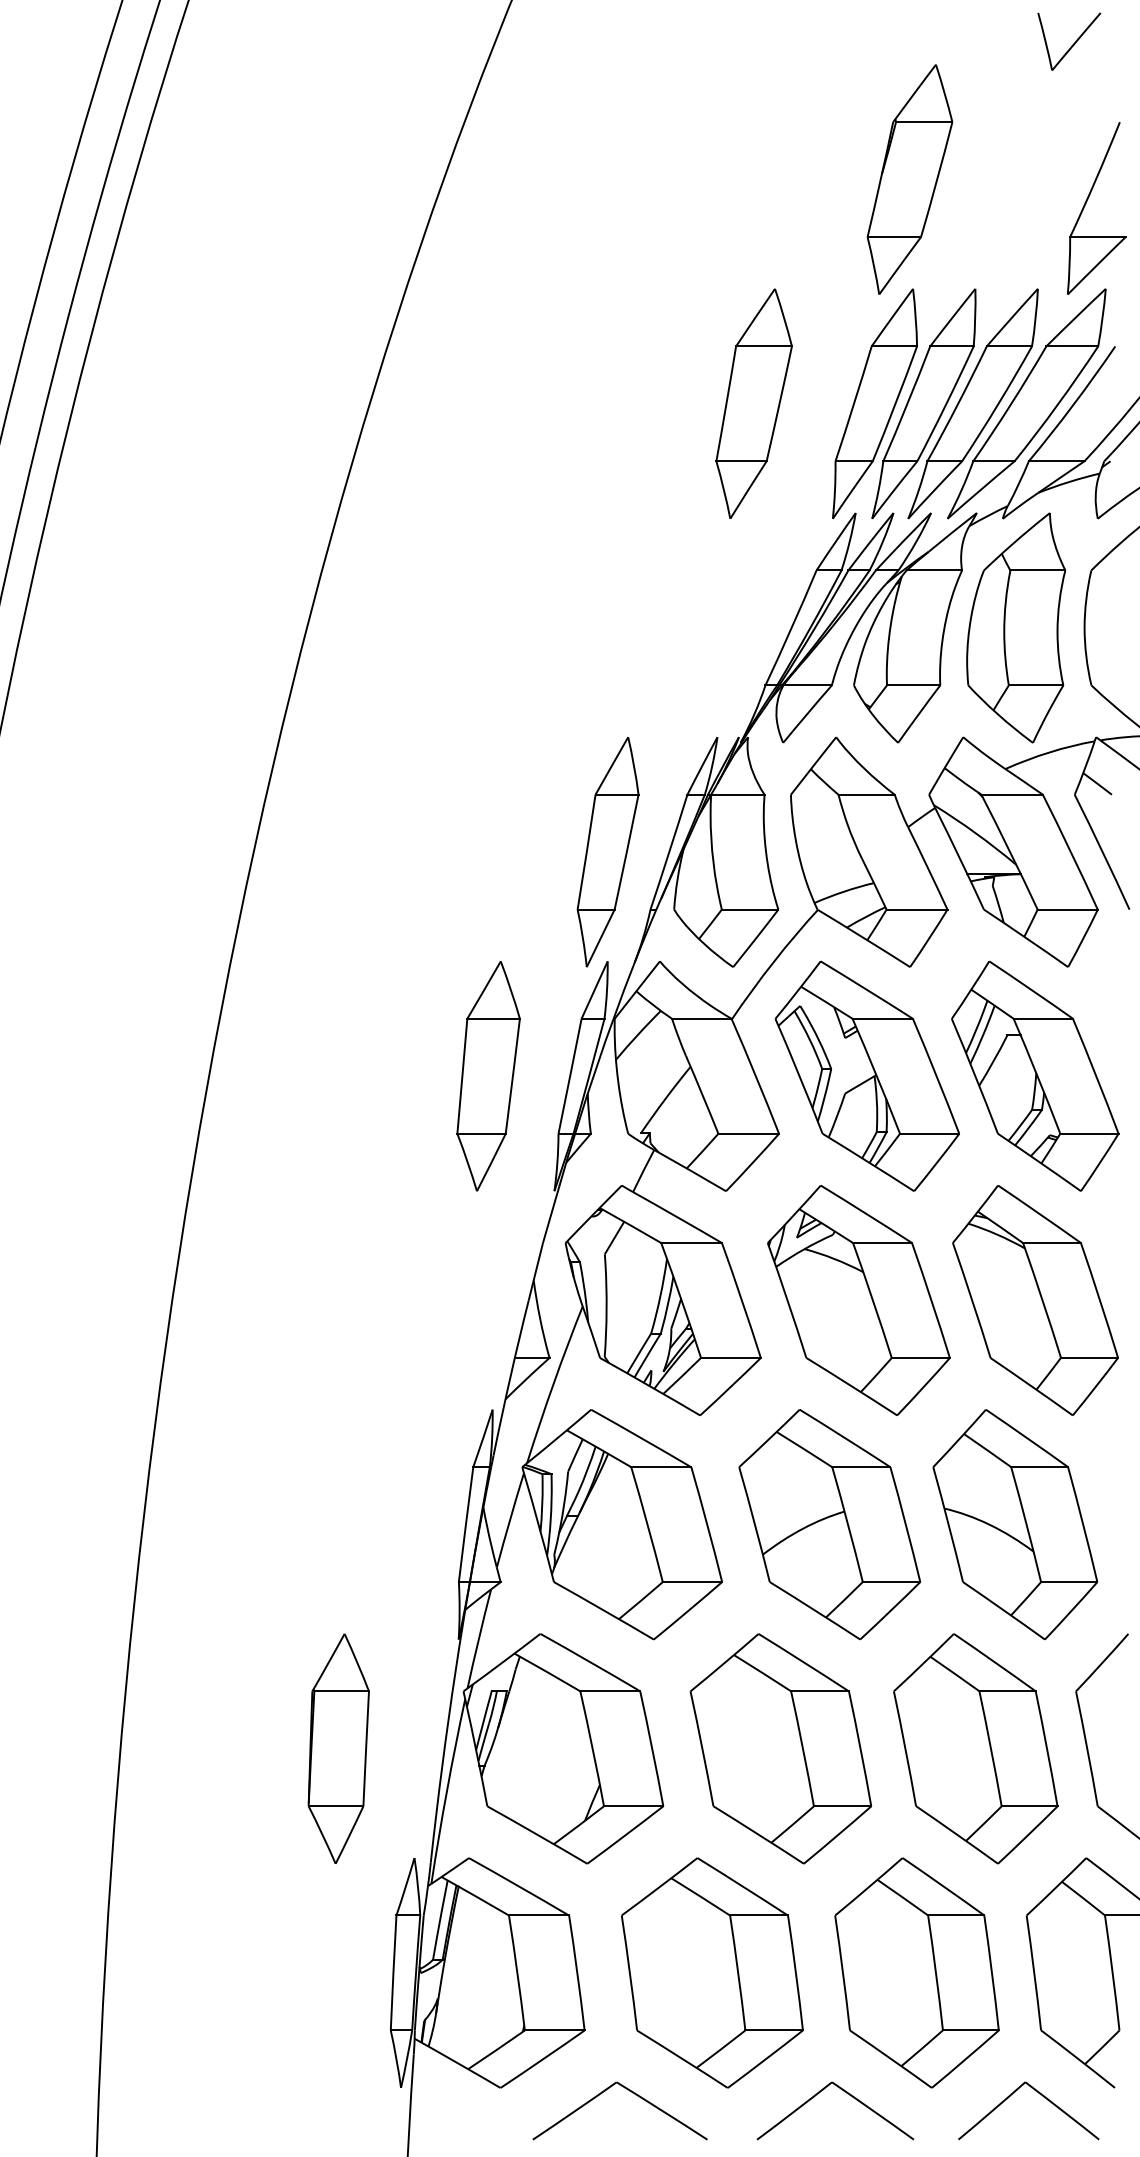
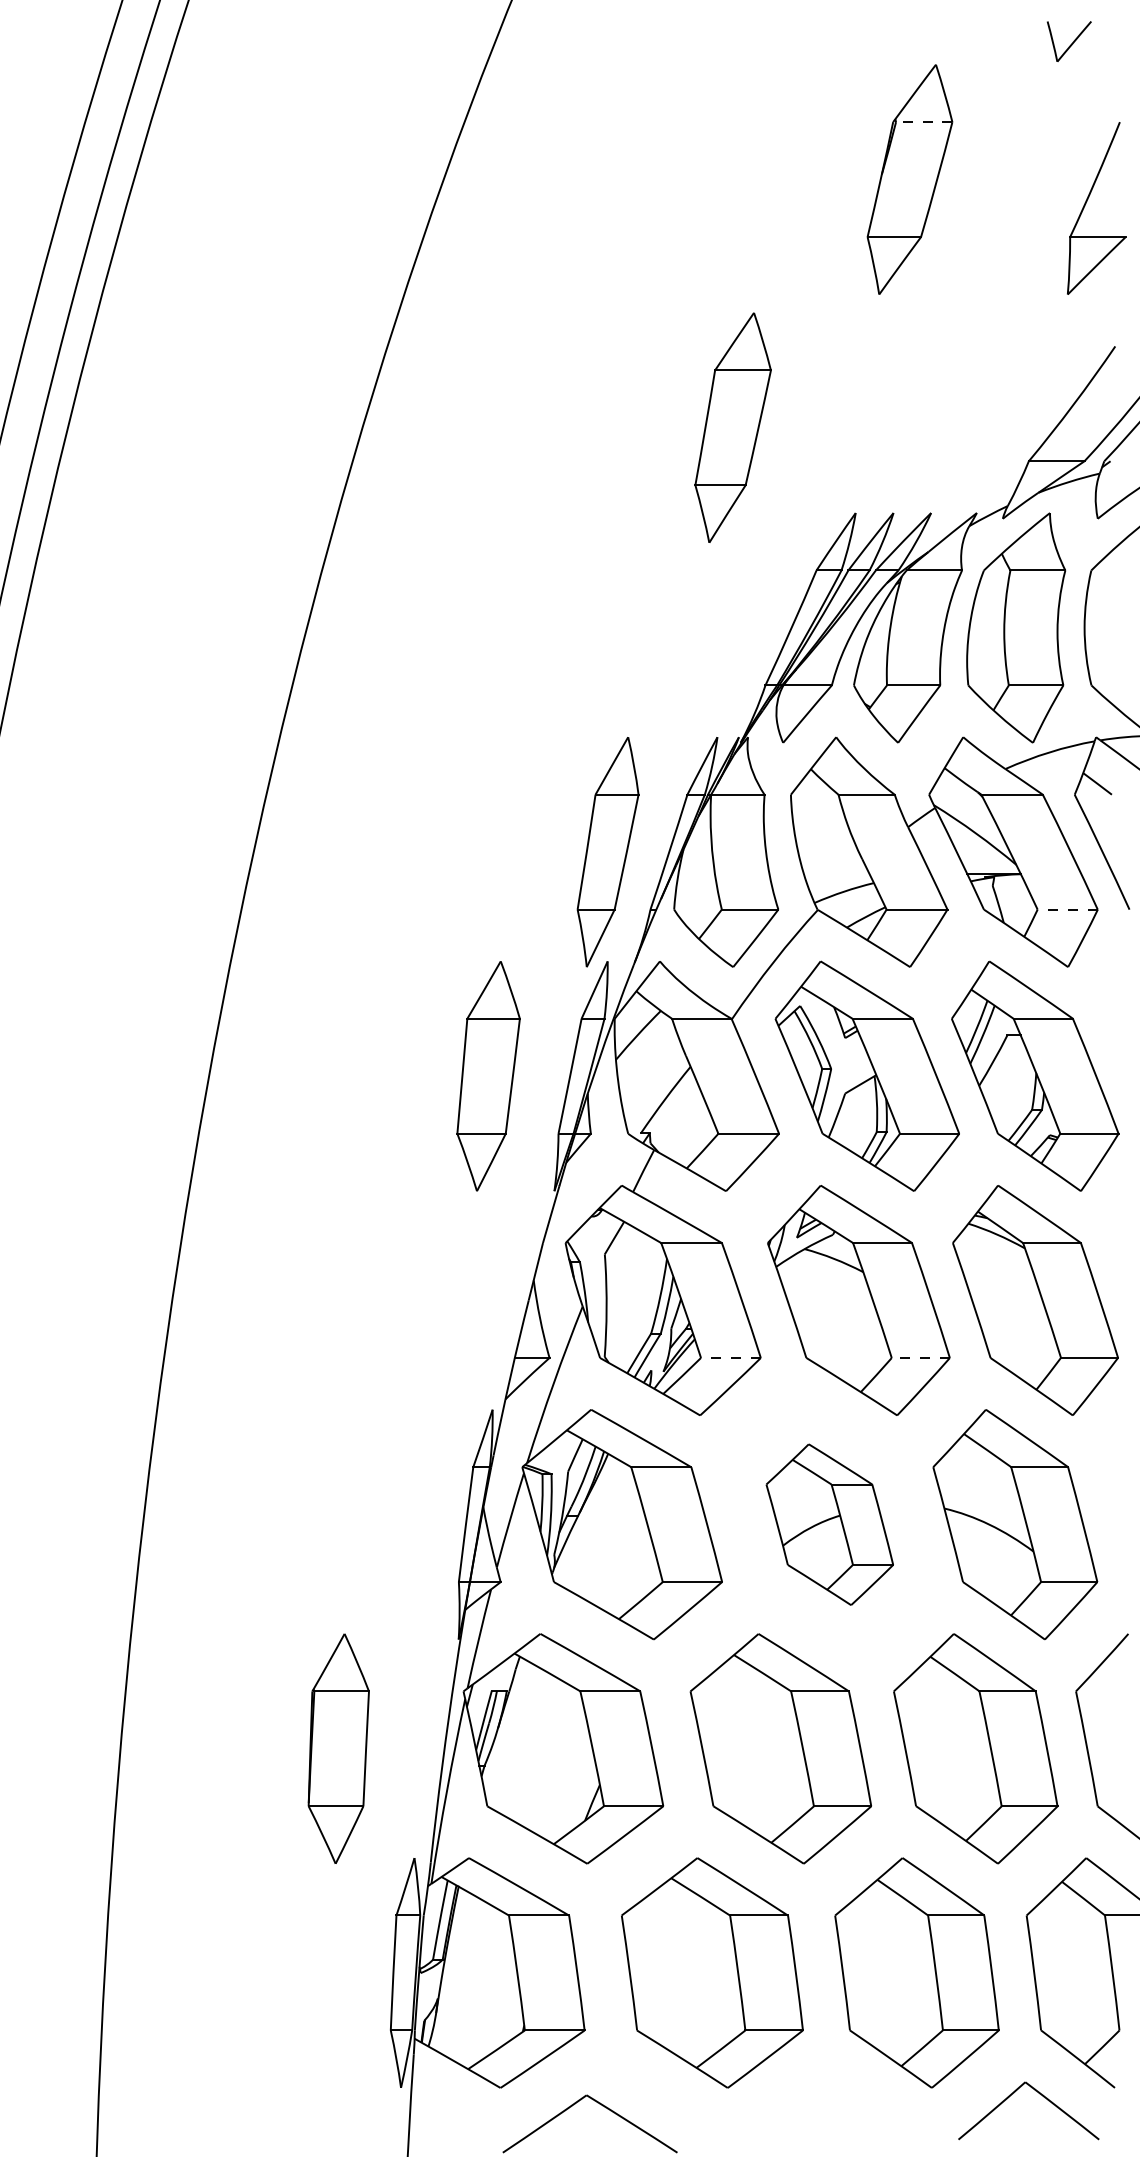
part at (1069, 41) size: 65x59 px -> 46x41 px
line at (923, 122): solid -> dashed
part at (753, 403) position: (753, 403) -> (732, 427)
part at (969, 403): present -> none
line at (1067, 909): solid -> dashed
line at (730, 1357): solid -> dashed
line at (920, 1357): solid -> dashed
part at (829, 1524) size: 184x232 px -> 129x163 px
part at (632, 2093) position: (632, 2093) -> (602, 2106)
part at (846, 2093): present -> none
